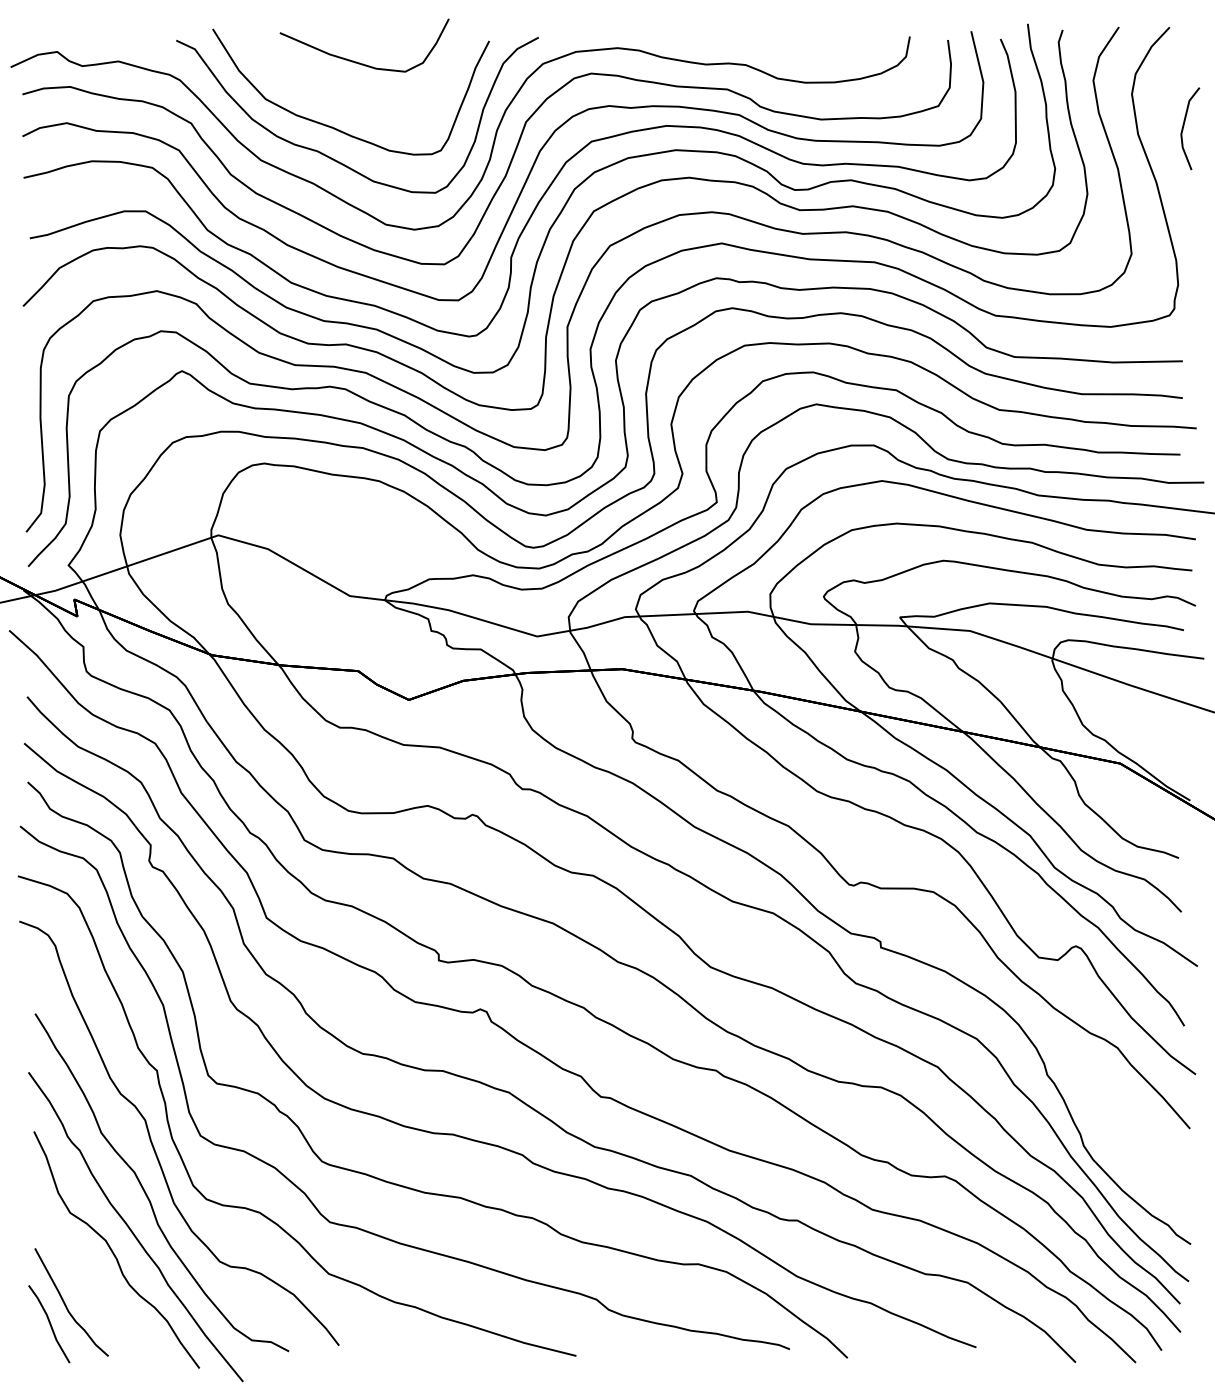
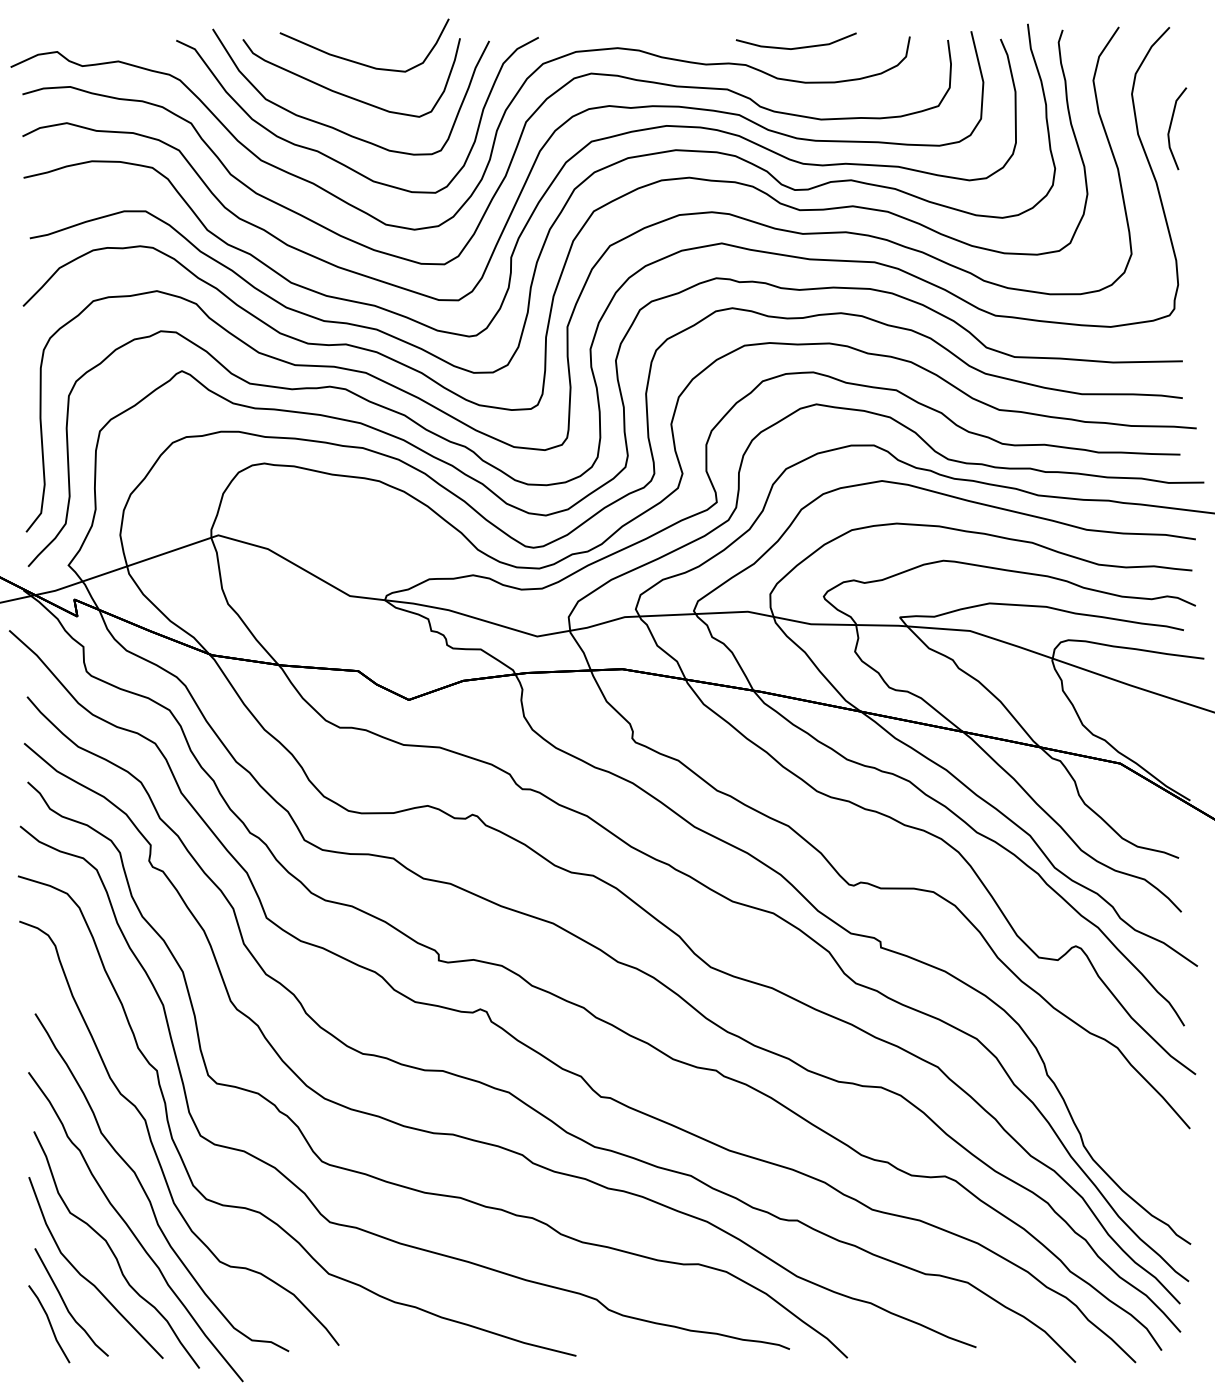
line at (795, 47): none -> present
curve at (345, 94): none -> present
line at (1184, 126) position: (1184, 126) -> (1171, 126)
curve at (88, 1279): none -> present
